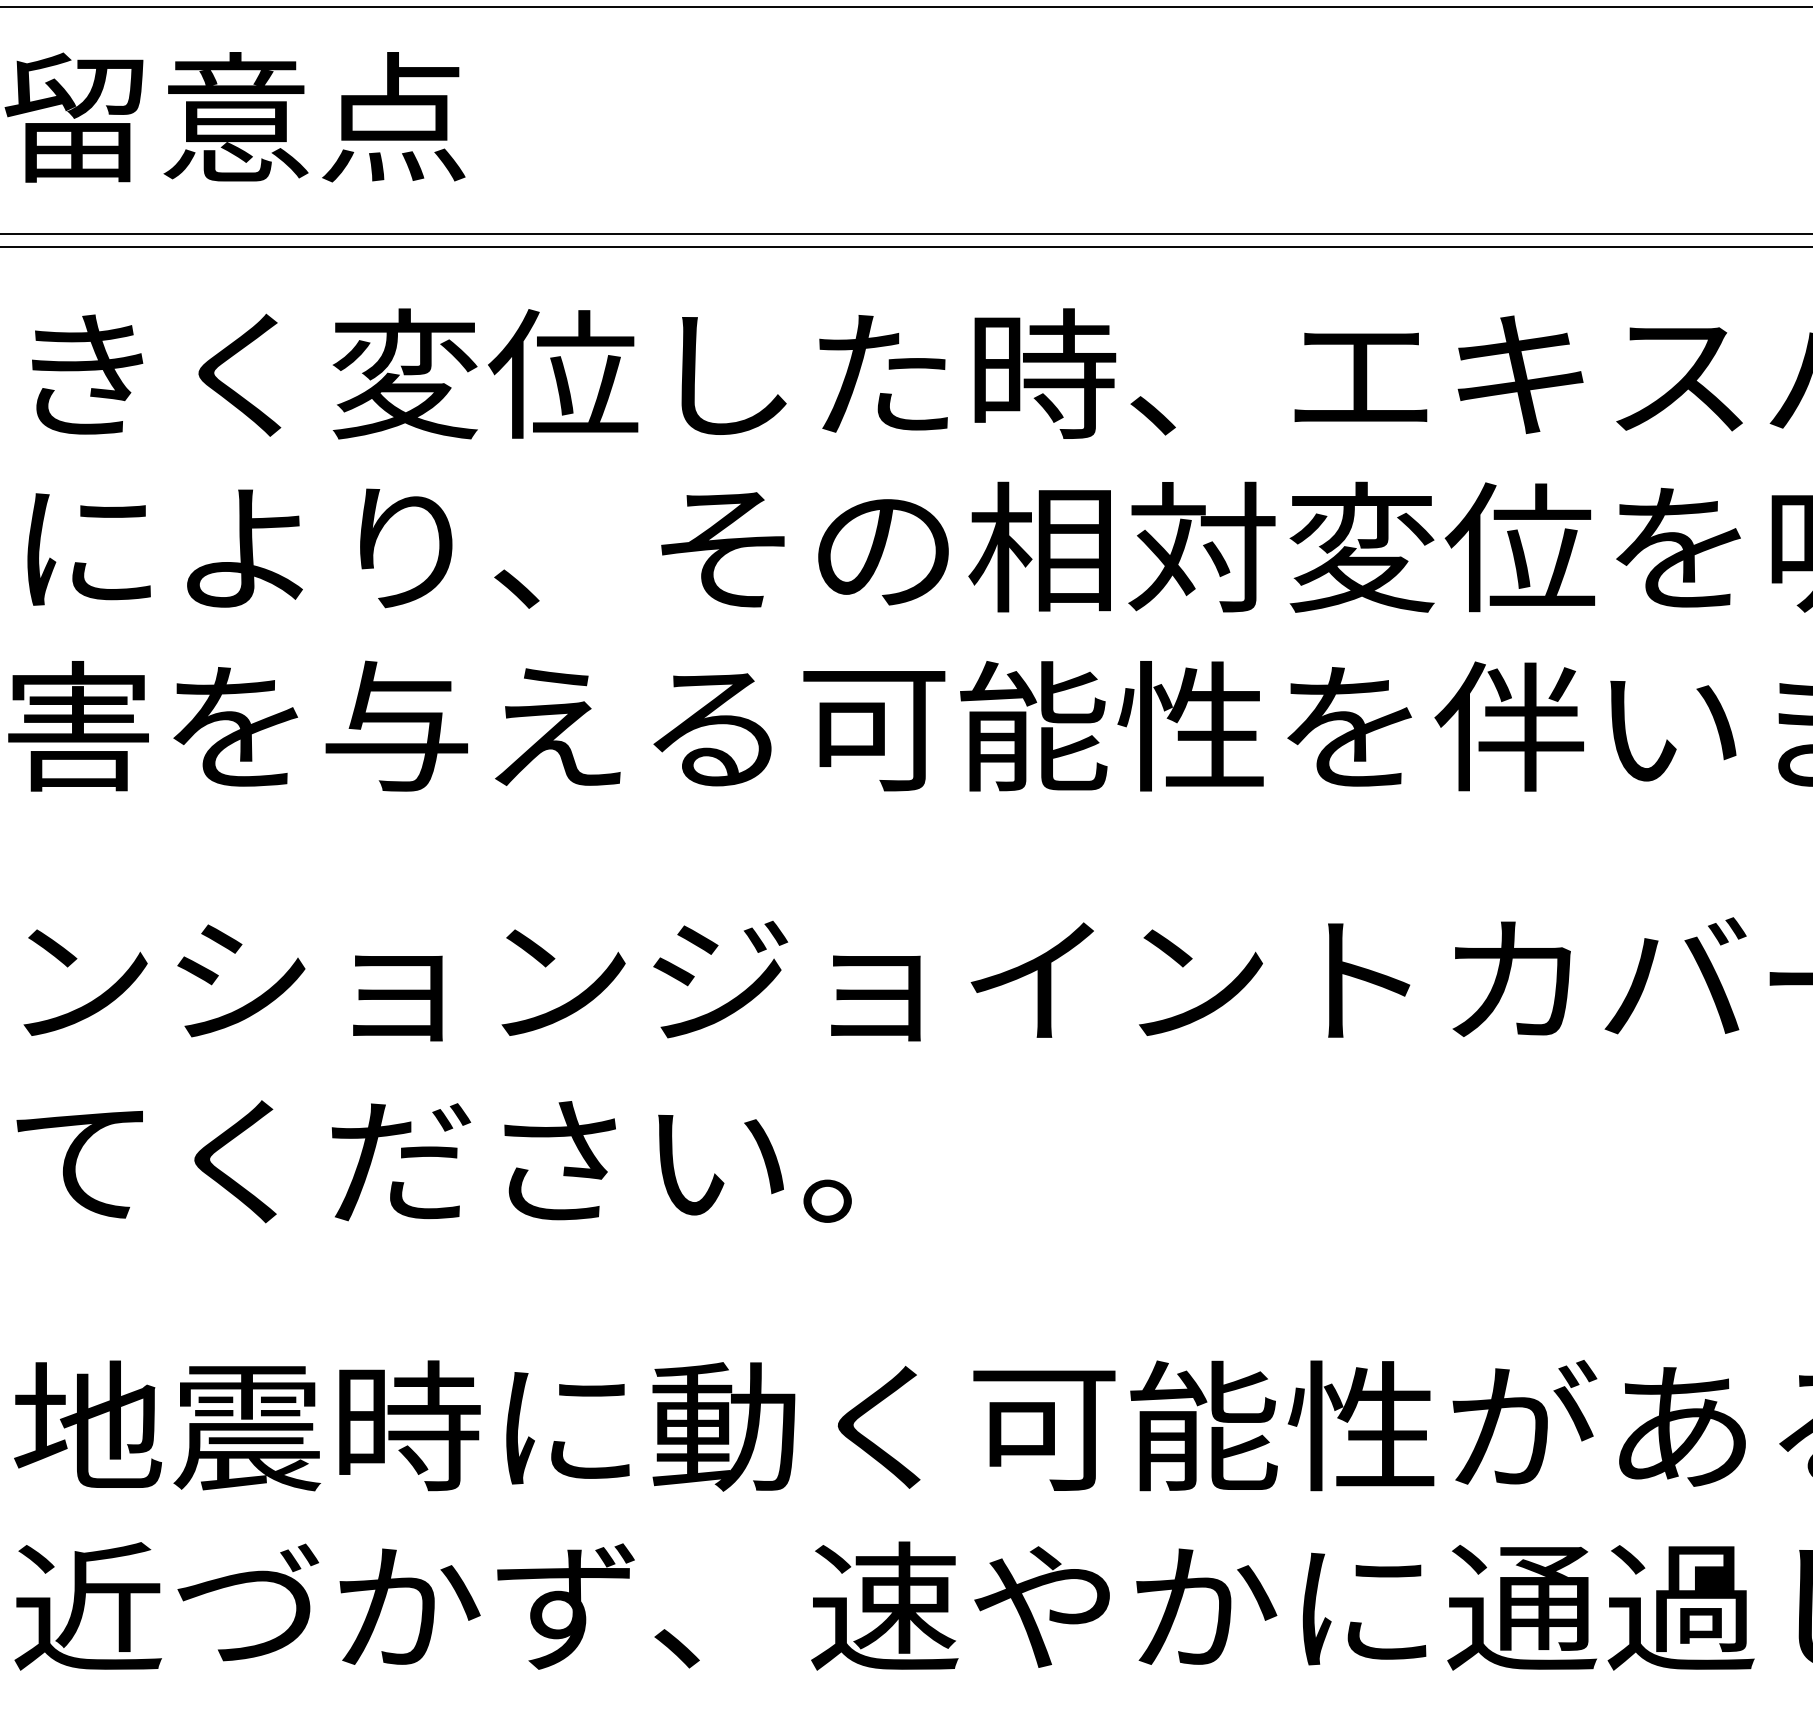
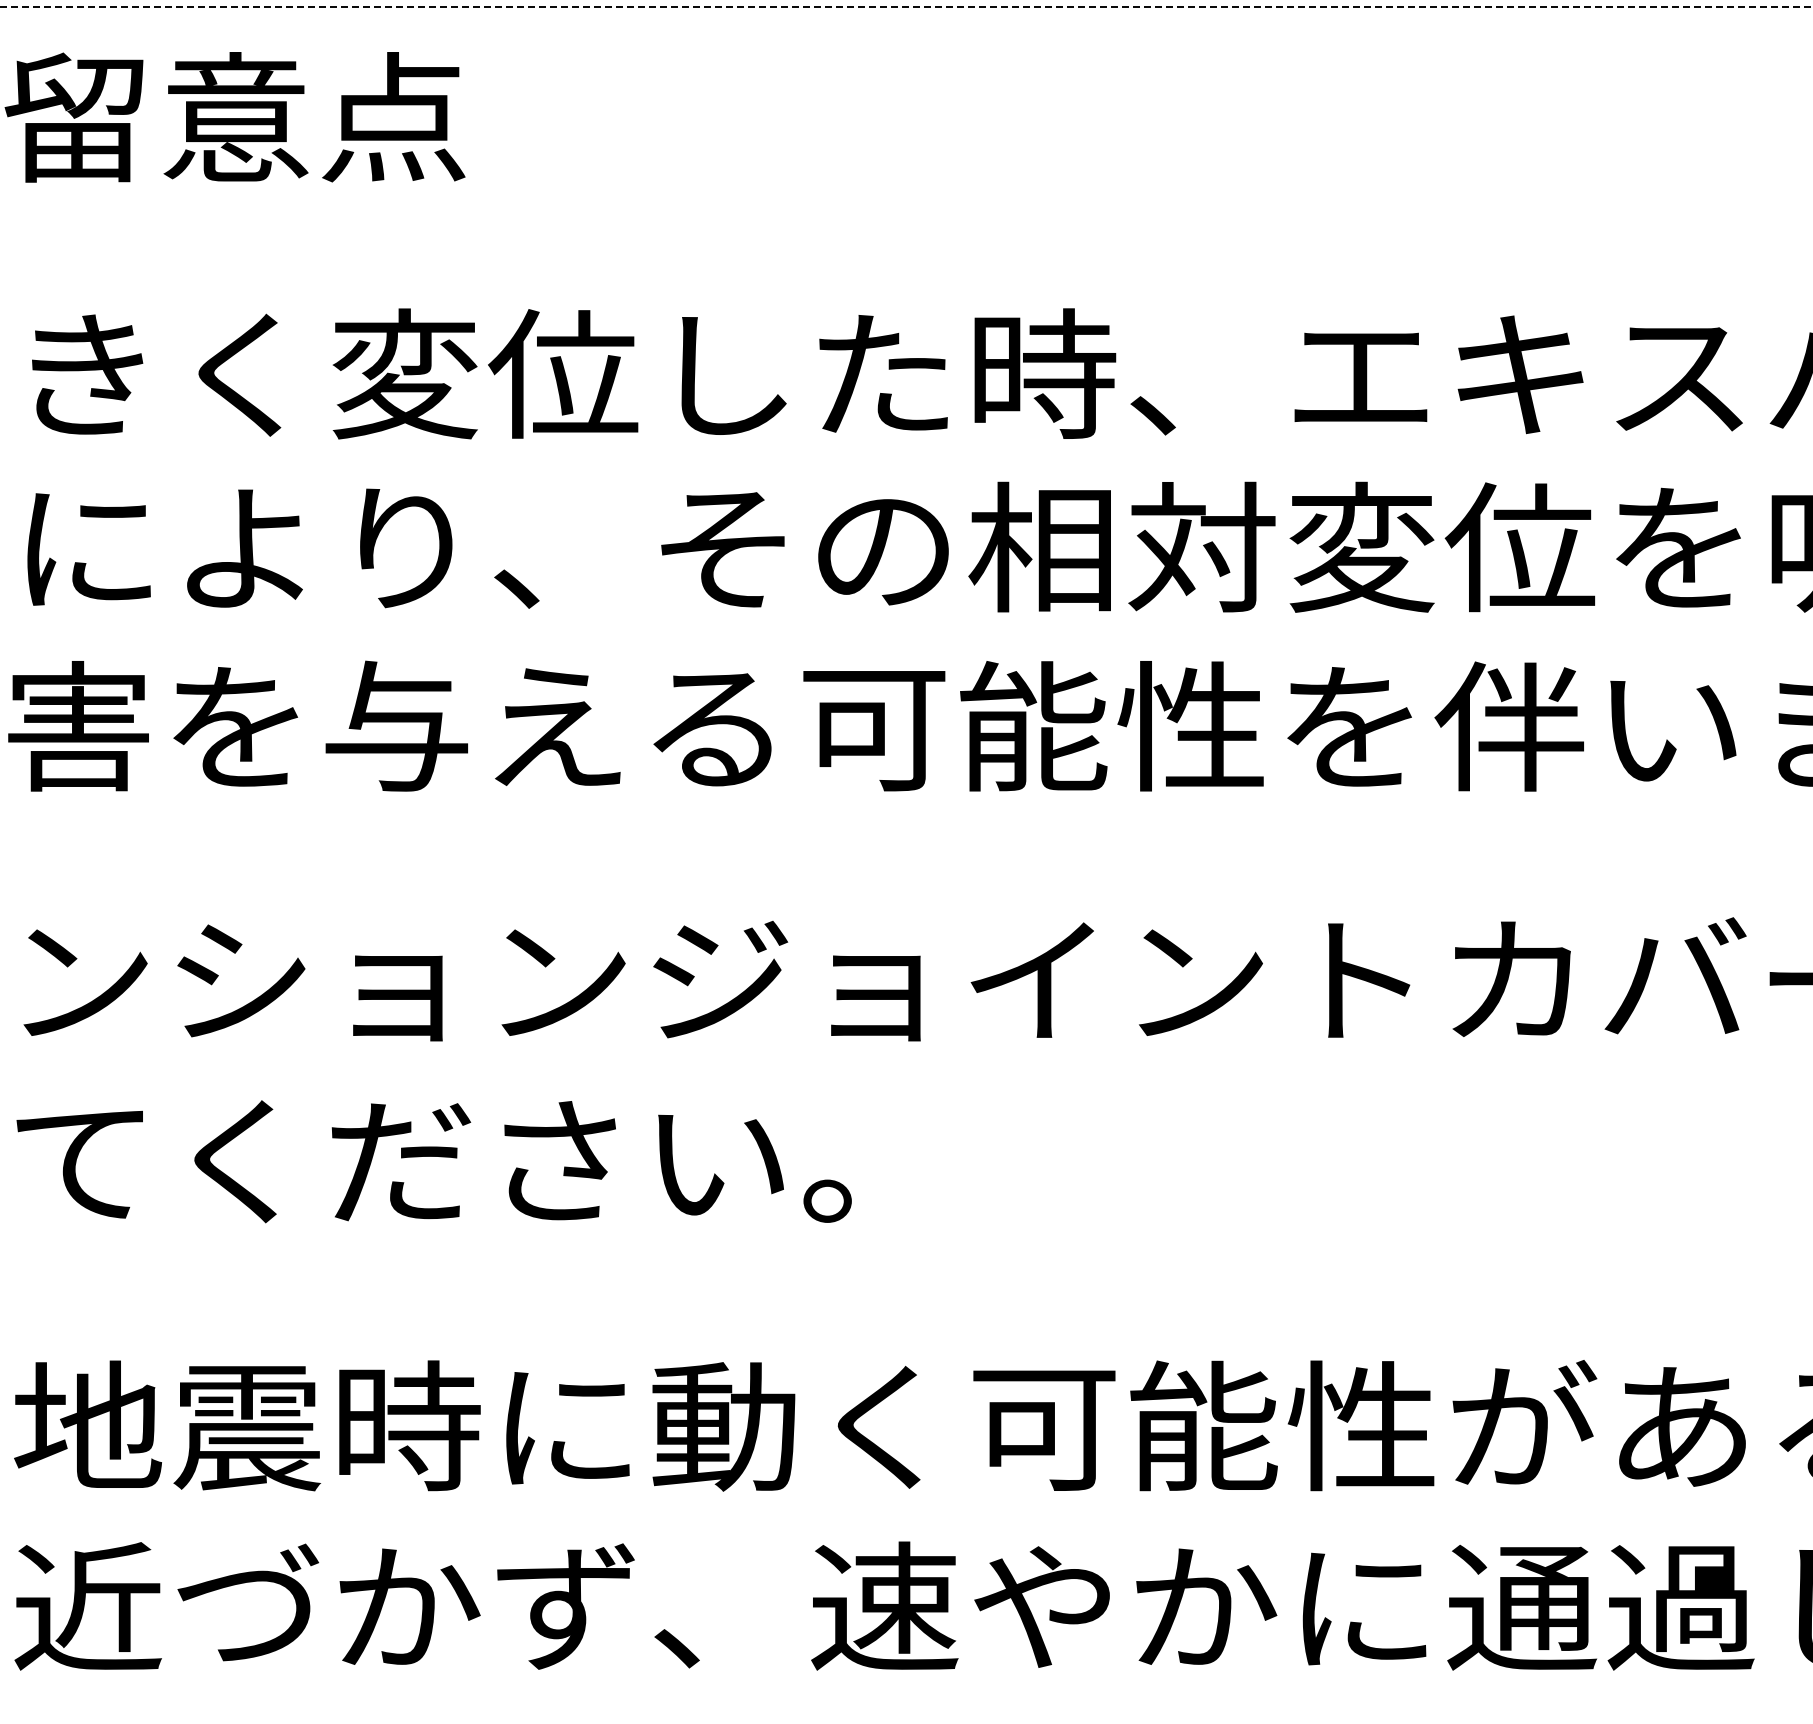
line at (906, 6): solid -> dashed
line at (905, 233): present -> none
line at (905, 247): present -> none
